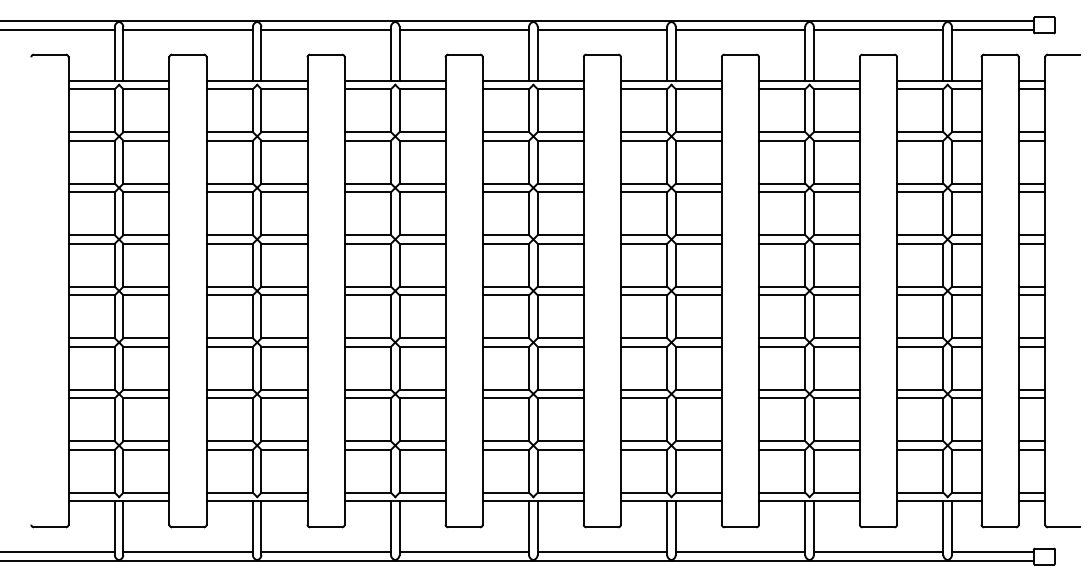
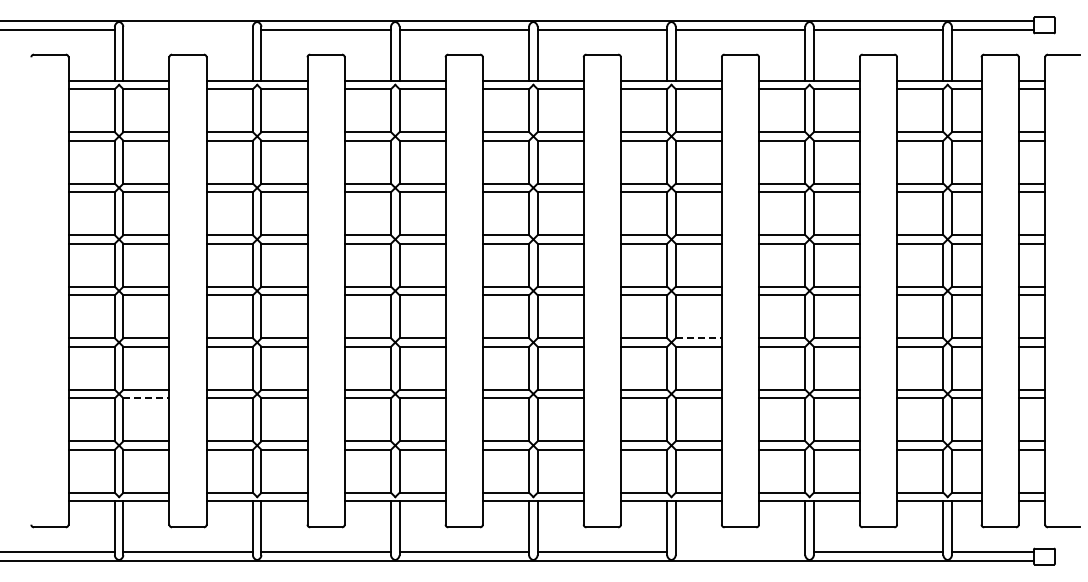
line at (187, 29): present -> none
line at (699, 338): solid -> dashed
line at (146, 398): solid -> dashed
line at (740, 552): present -> none
